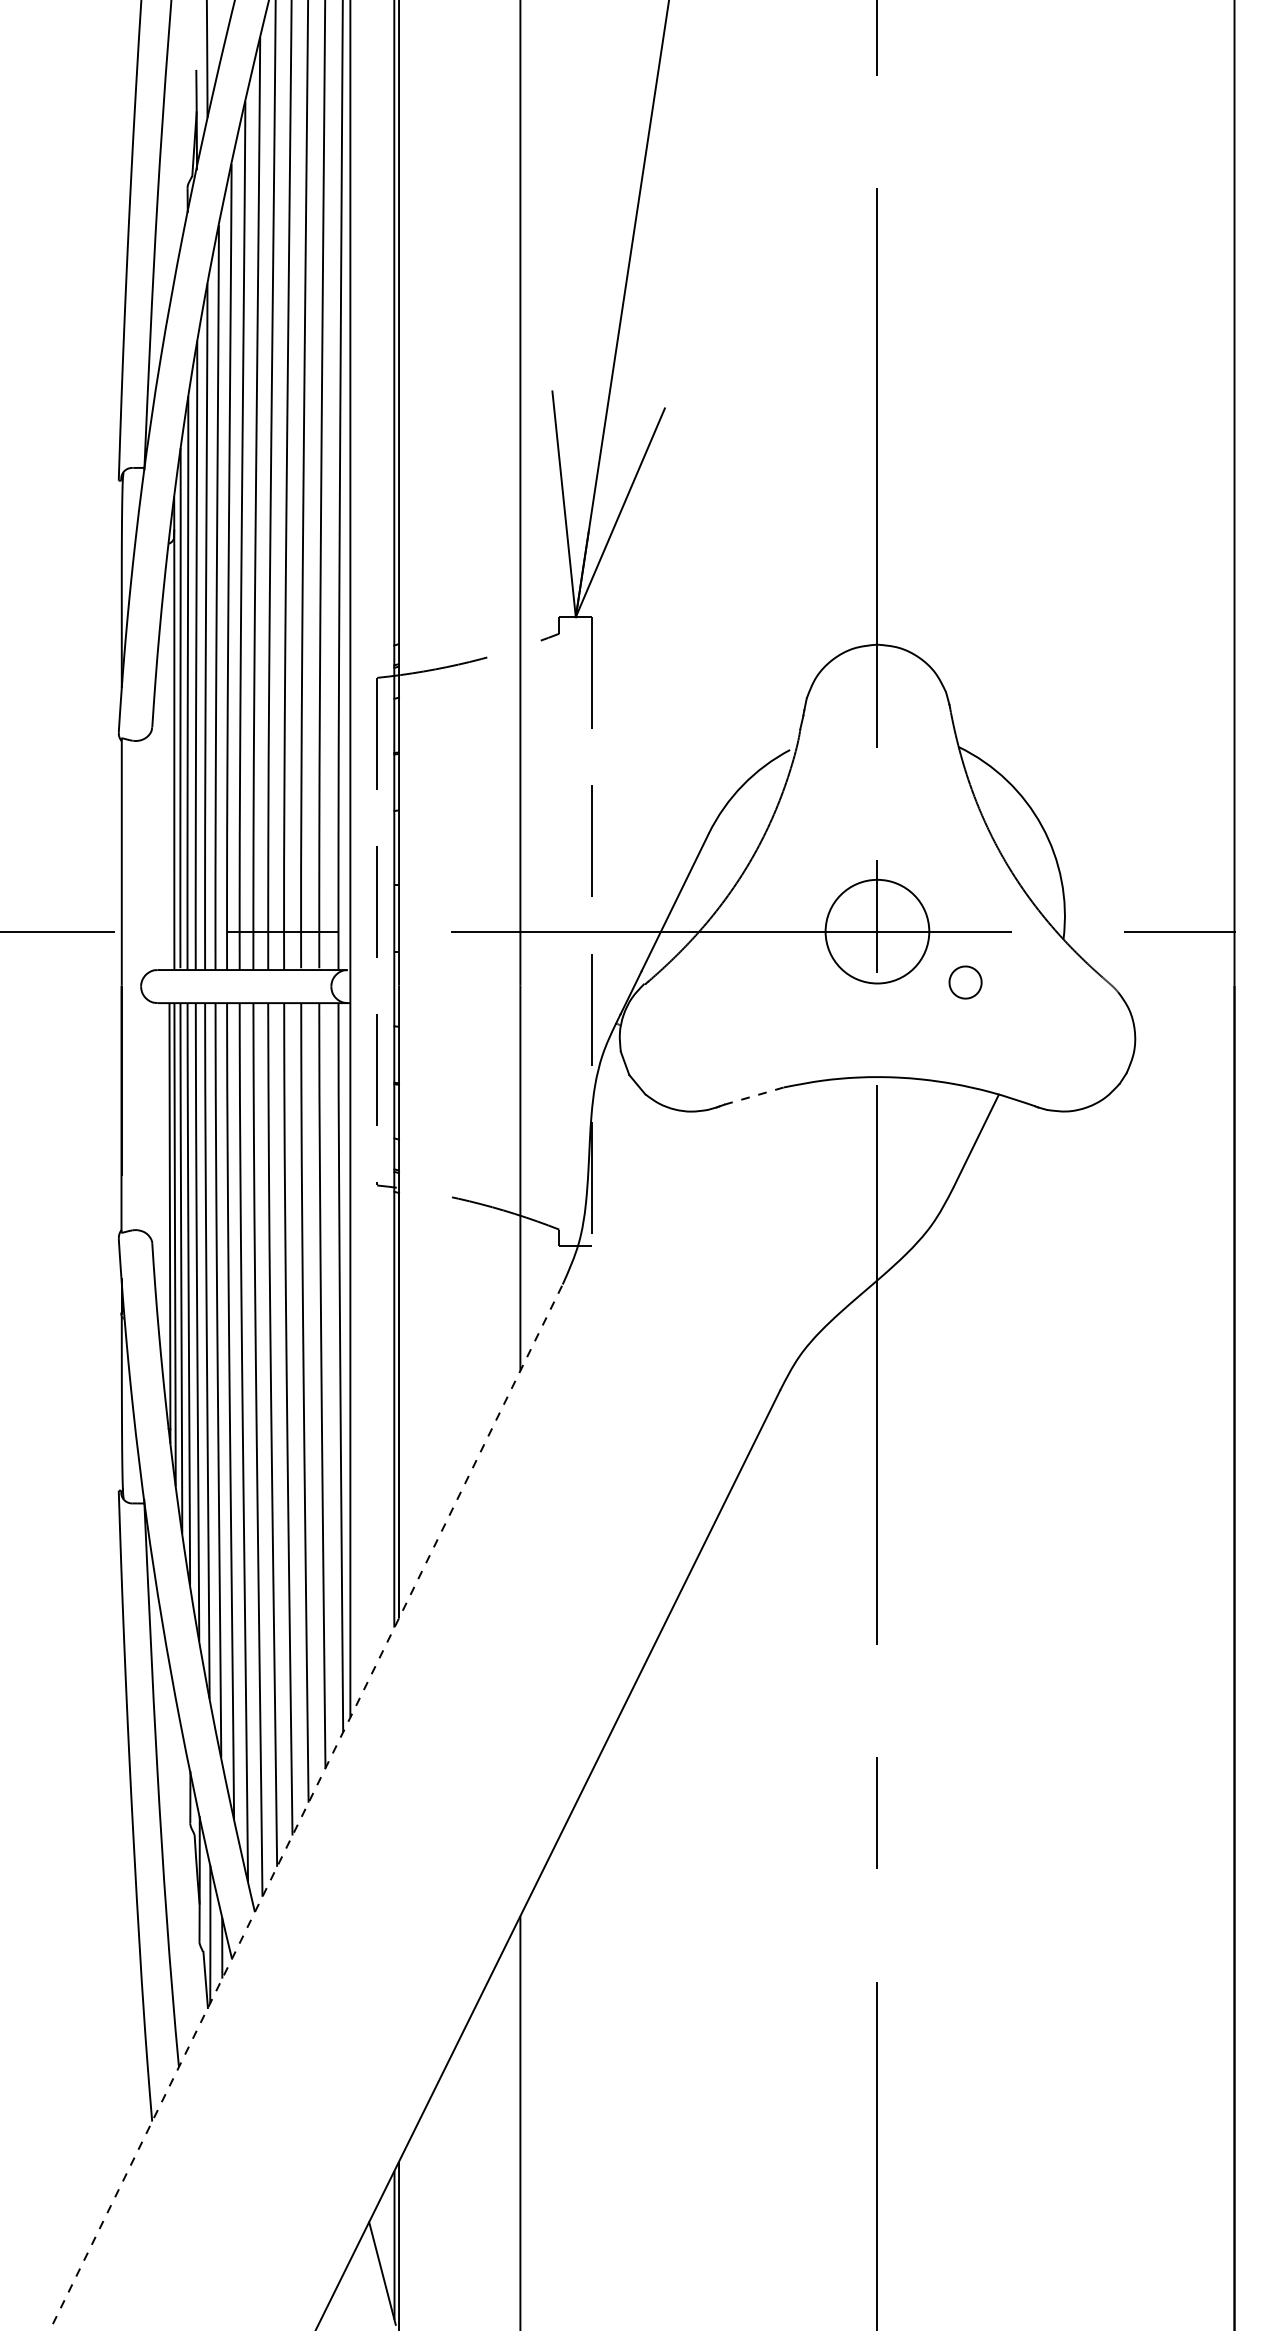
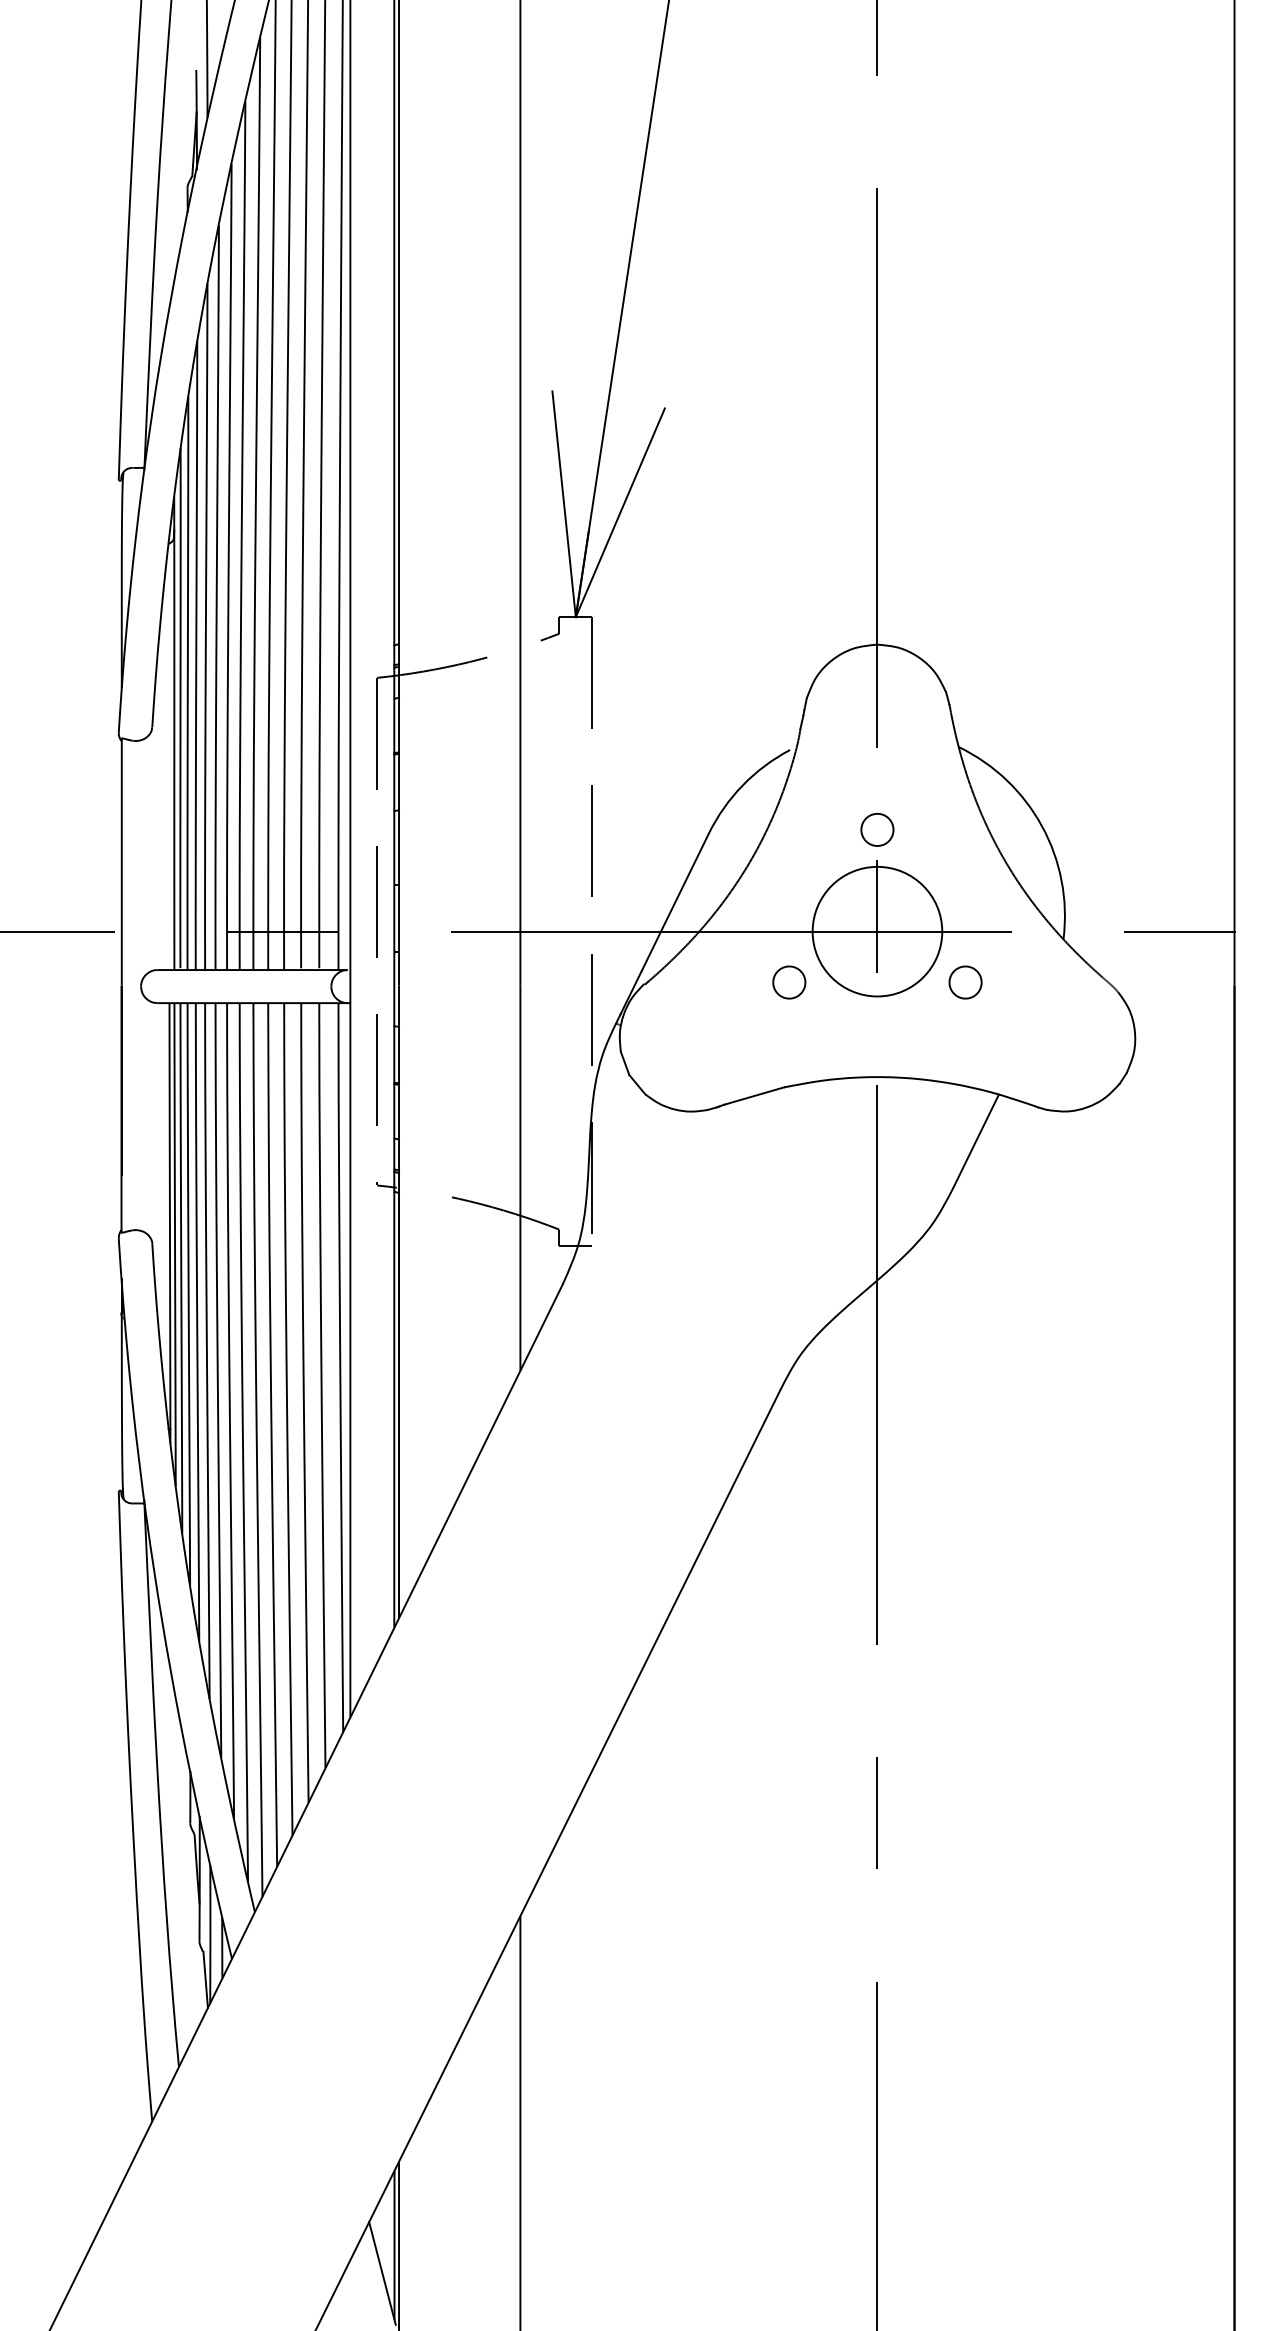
part at (877, 829): none -> present
circle at (877, 931) diameter: 104 px -> 130 px
part at (789, 982): none -> present
line at (754, 1095): dashed -> solid
line at (306, 1807): dashed -> solid
